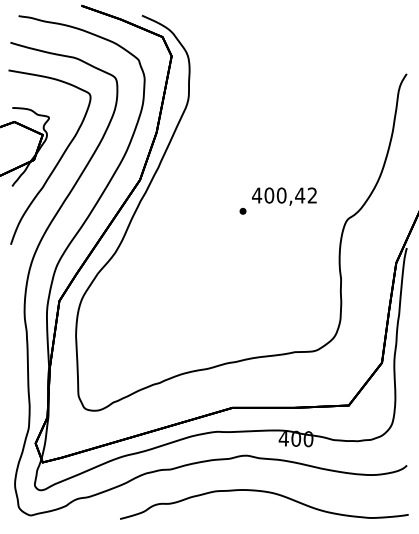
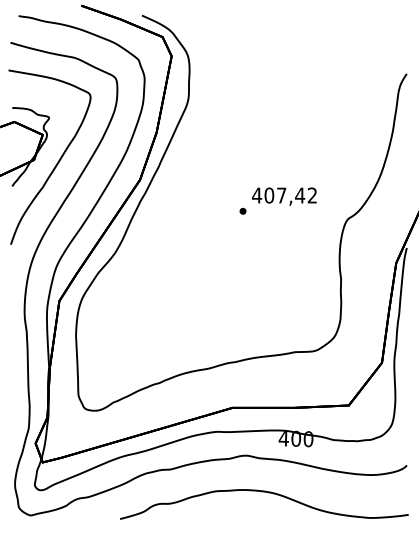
text at (281, 195): 400,42 -> 407,42
